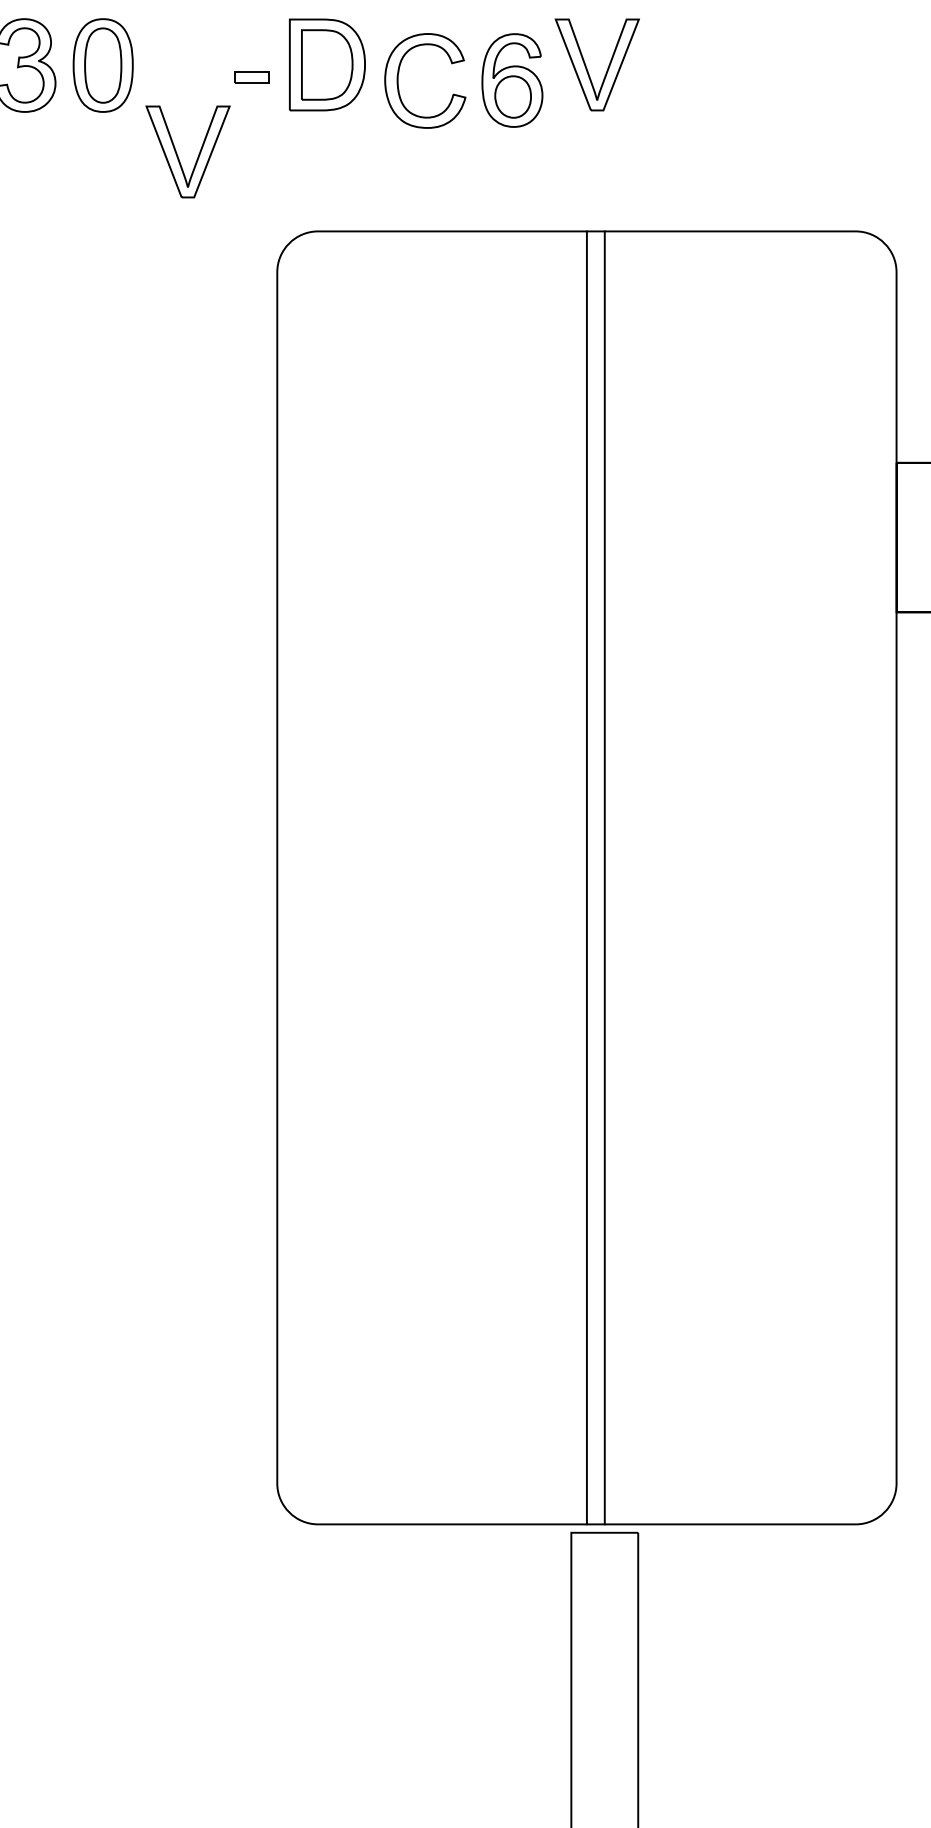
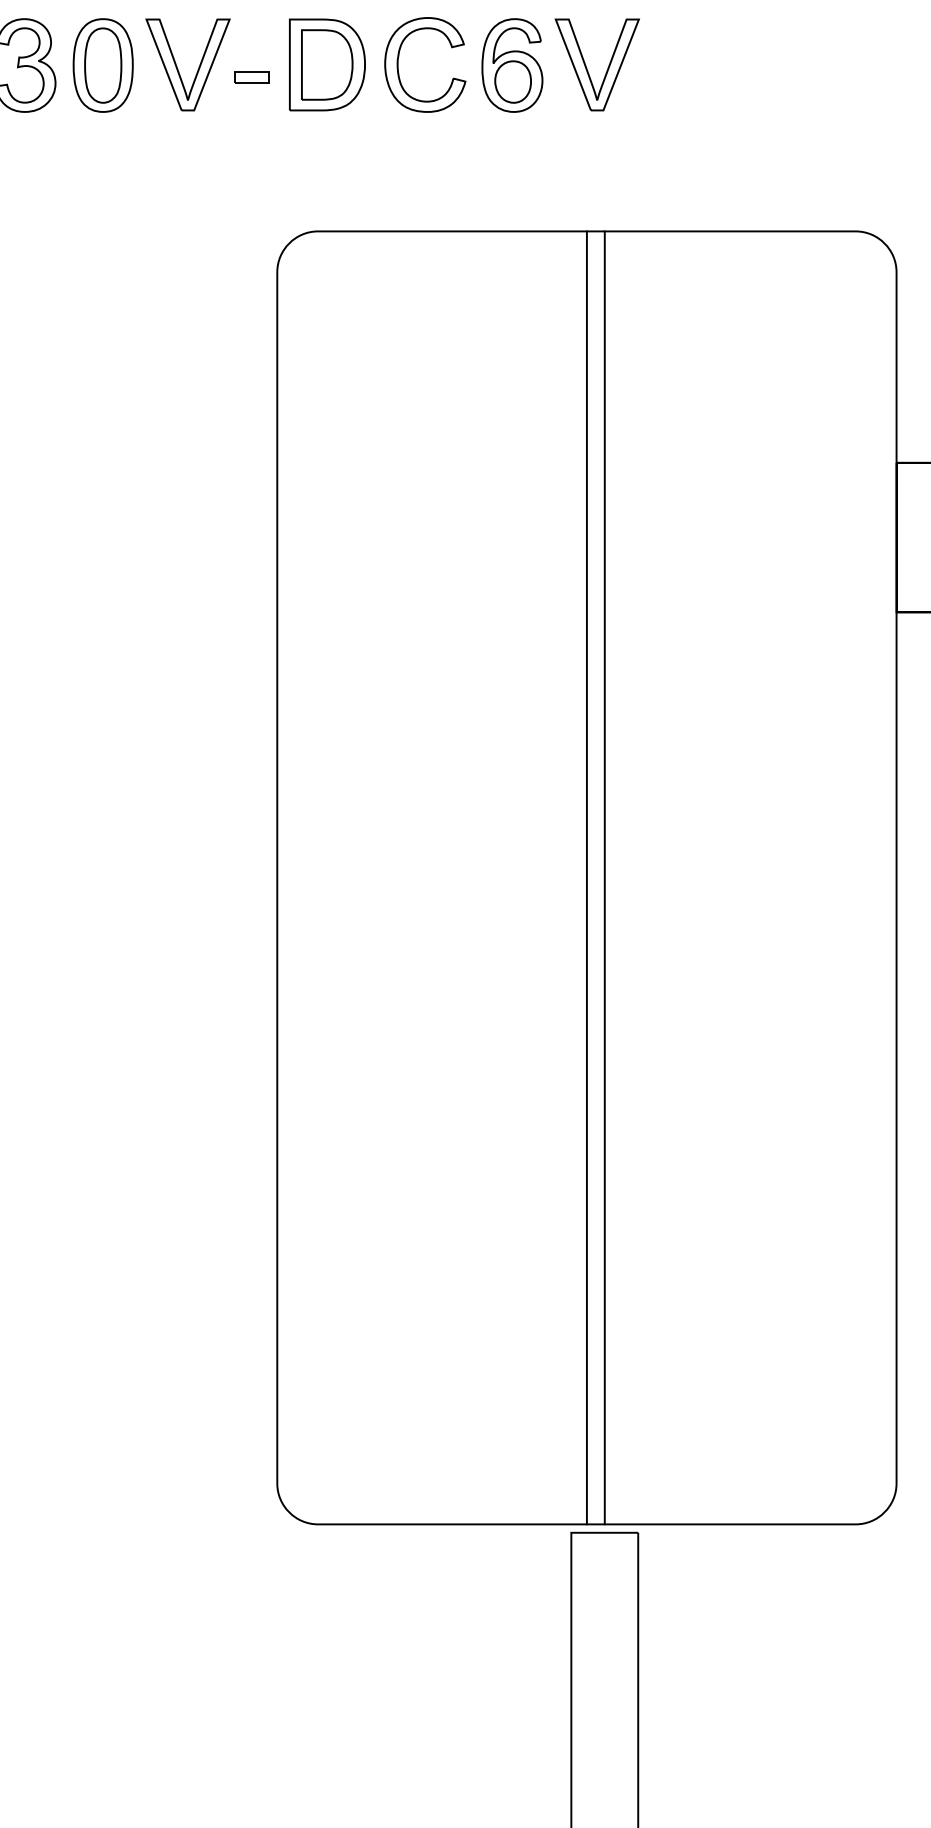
part at (398, 80) position: (398, 80) -> (398, 64)
part at (512, 80) position: (512, 80) -> (512, 65)
part at (177, 153) position: (177, 153) -> (177, 66)
